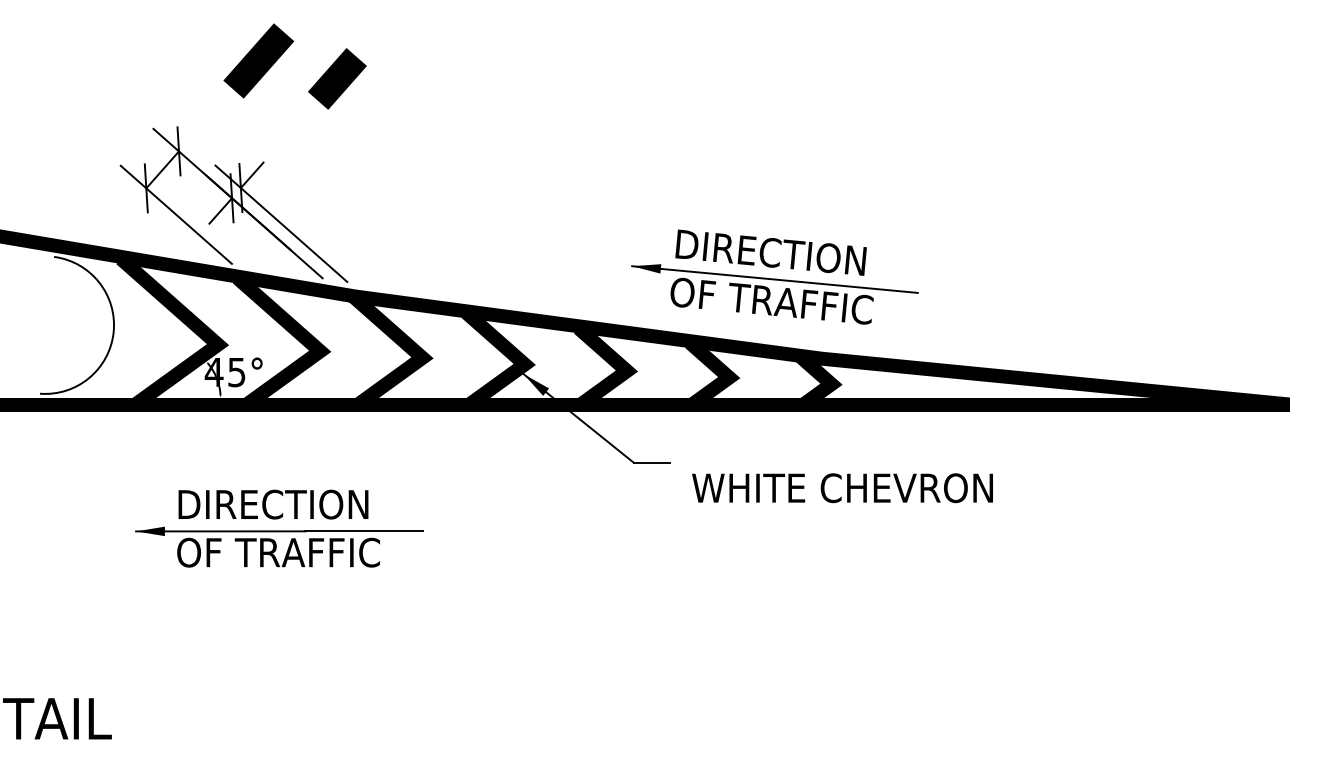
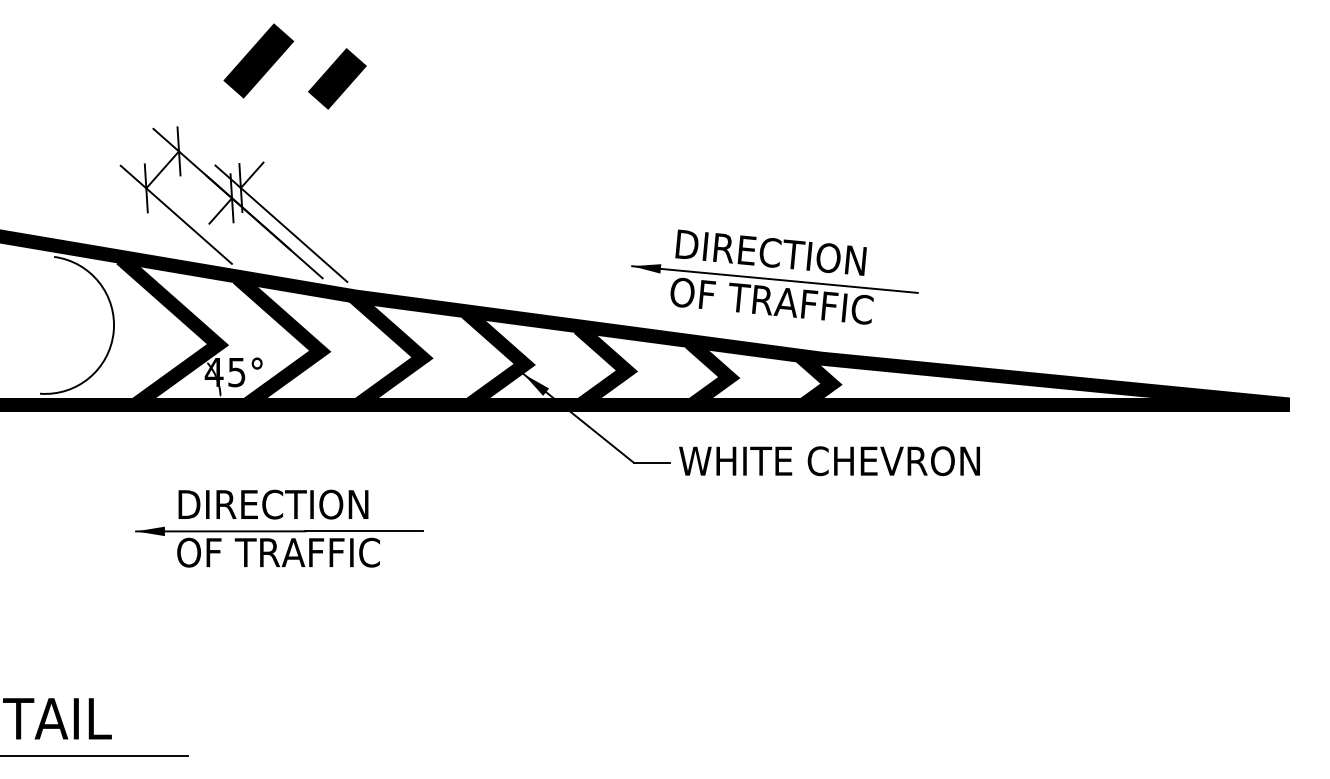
text at (842, 488) position: (842, 488) -> (829, 461)
line at (95, 755): none -> present
